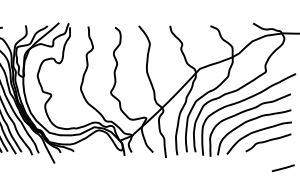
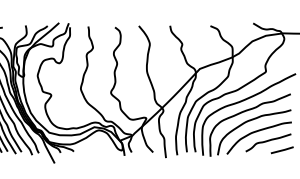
line at (282, 168) position: (282, 168) -> (281, 150)
